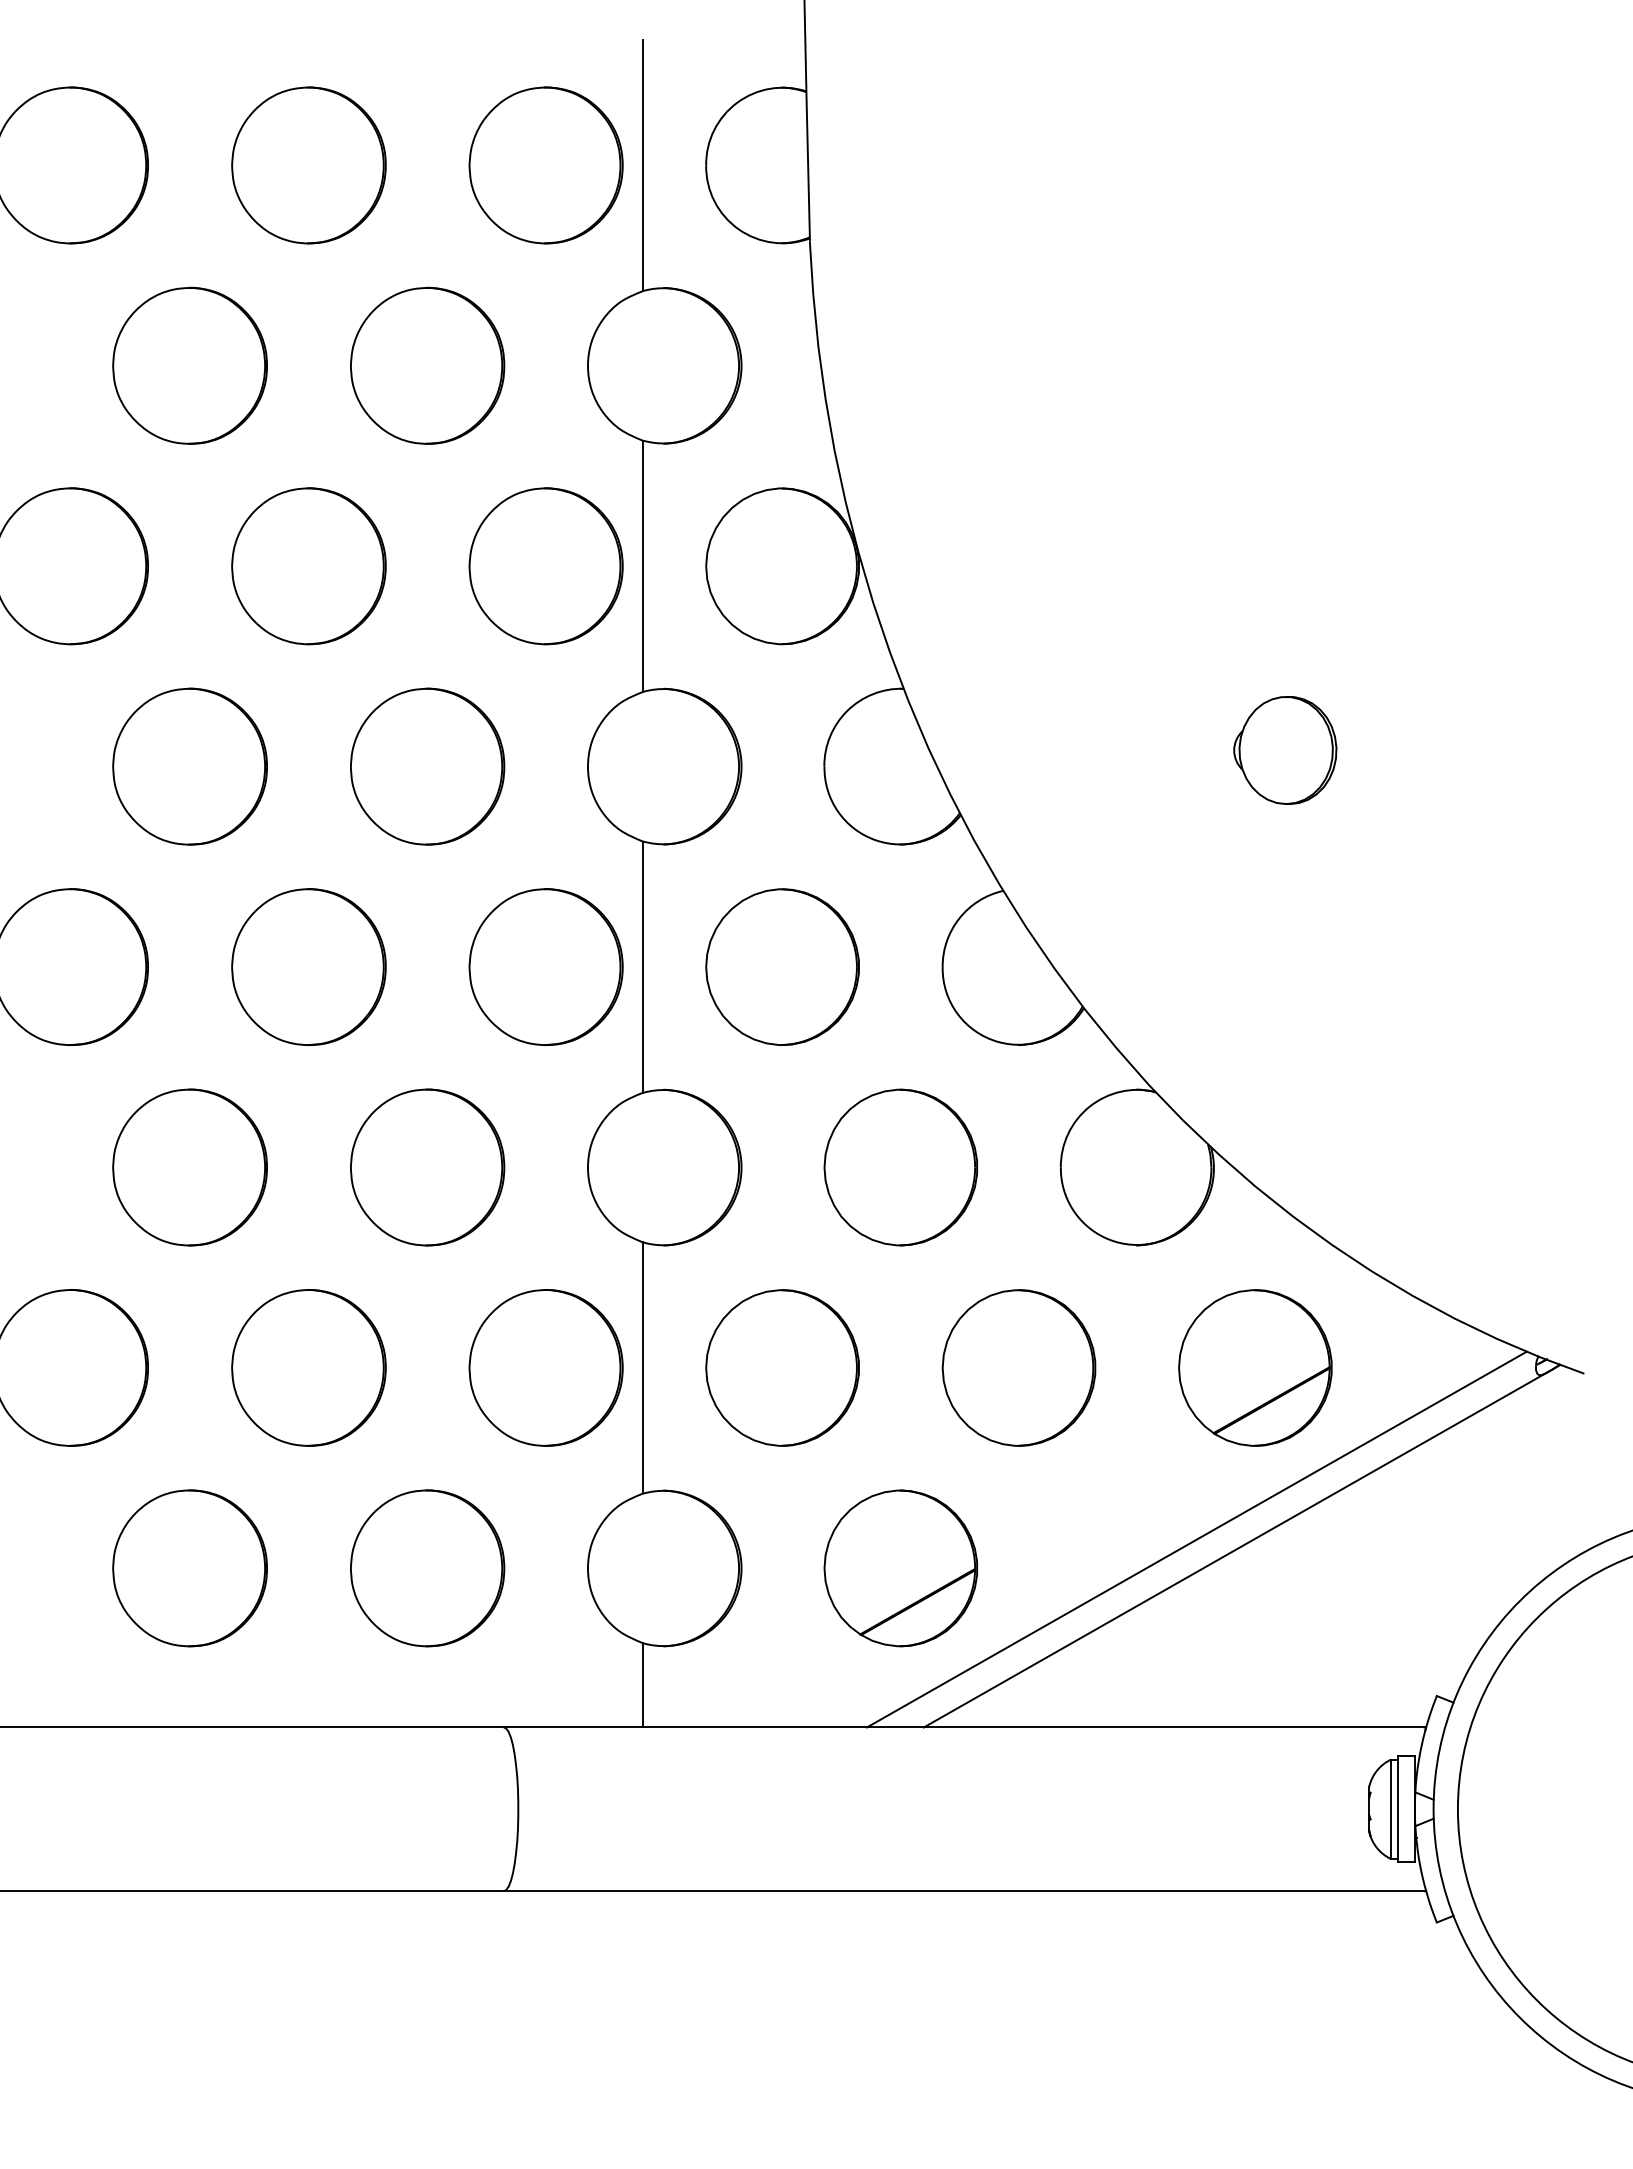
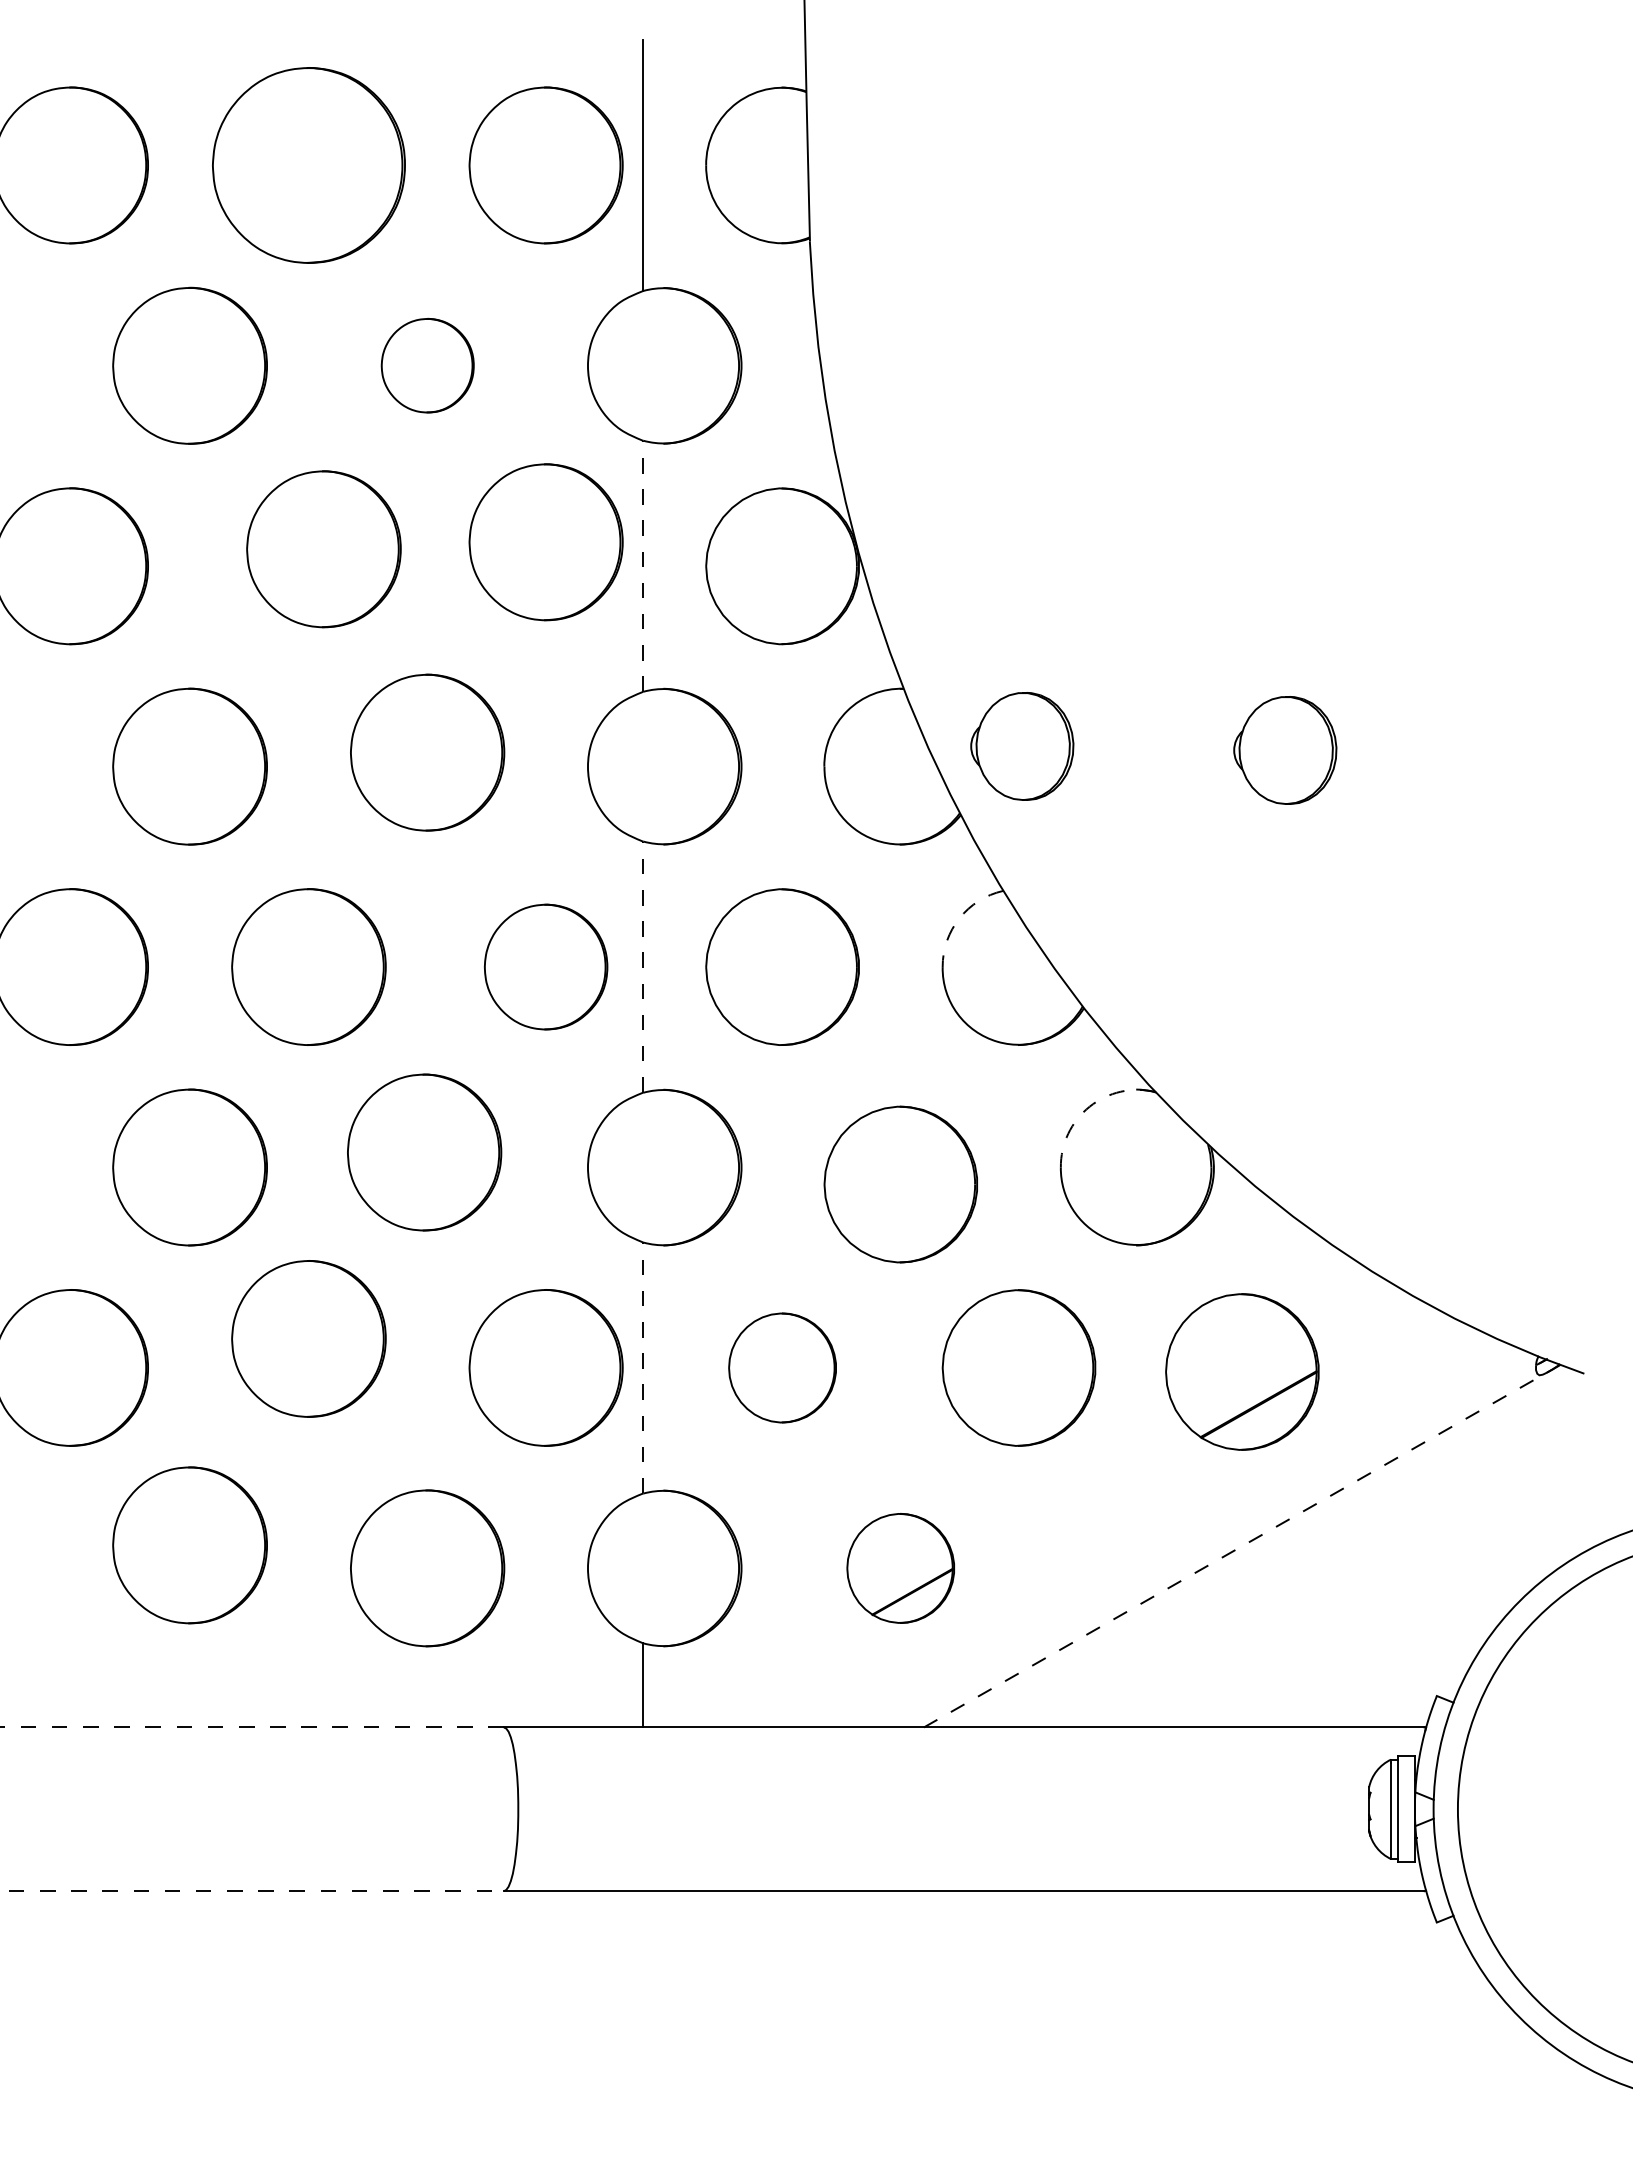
part at (308, 165) size: 156x159 px -> 194x197 px
part at (427, 365) size: 156x159 px -> 95x97 px
part at (308, 566) position: (308, 566) -> (323, 549)
part at (545, 566) position: (545, 566) -> (545, 542)
line at (643, 566): solid -> dashed
part at (1022, 746): none -> present
part at (427, 766) position: (427, 766) -> (427, 752)
arc at (959, 918): solid -> dashed
part at (545, 966) size: 156x158 px -> 125x128 px
line at (643, 967): solid -> dashed
arc at (1089, 1106): solid -> dashed
part at (427, 1167) position: (427, 1167) -> (424, 1152)
part at (900, 1167) position: (900, 1167) -> (900, 1184)
part at (308, 1367) position: (308, 1367) -> (308, 1338)
line at (643, 1367): solid -> dashed
part at (782, 1367) size: 155x158 px -> 109x112 px
part at (1255, 1367) position: (1255, 1367) -> (1242, 1371)
line at (1196, 1539): present -> none
line at (1242, 1546): solid -> dashed
part at (189, 1568) position: (189, 1568) -> (189, 1545)
part at (900, 1568) size: 155x159 px -> 109x111 px
line at (251, 1727): solid -> dashed
line at (251, 1891): solid -> dashed
